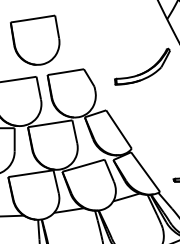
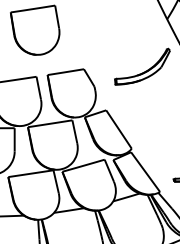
part at (35, 39) position: (35, 39) -> (35, 29)
